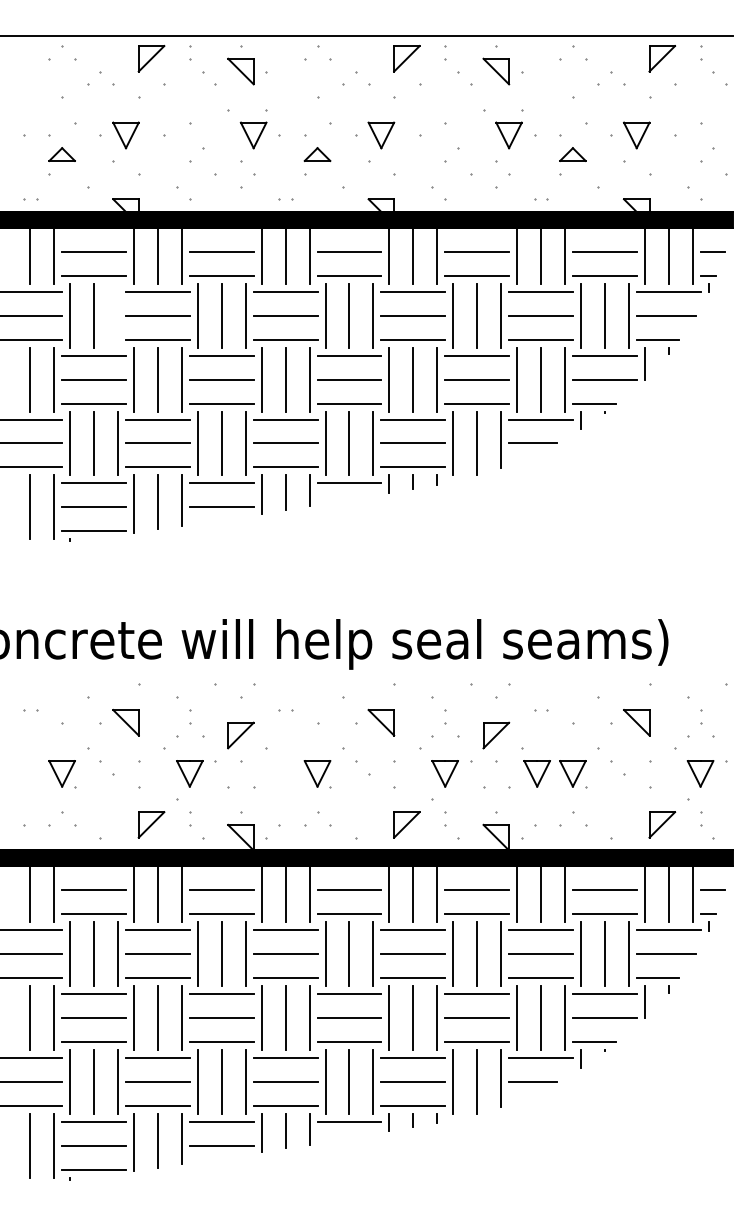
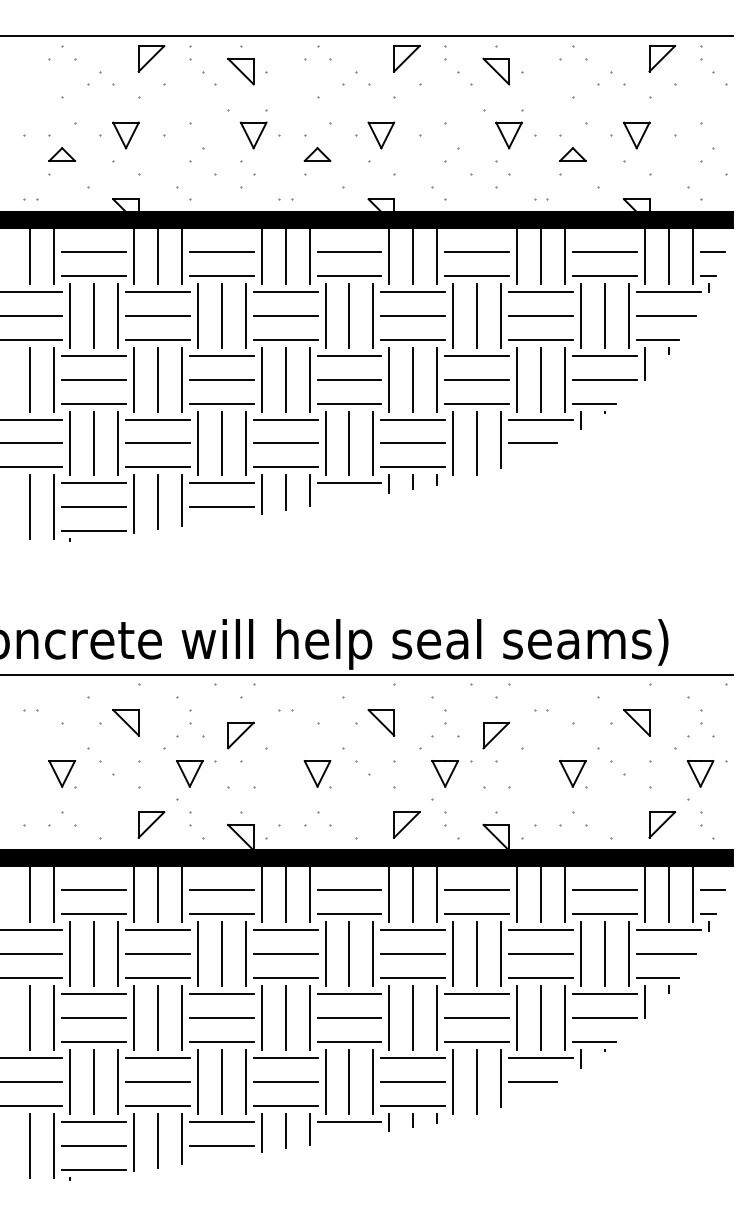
line at (118, 315): none -> present
line at (367, 674): none -> present
part at (536, 773): present -> none
